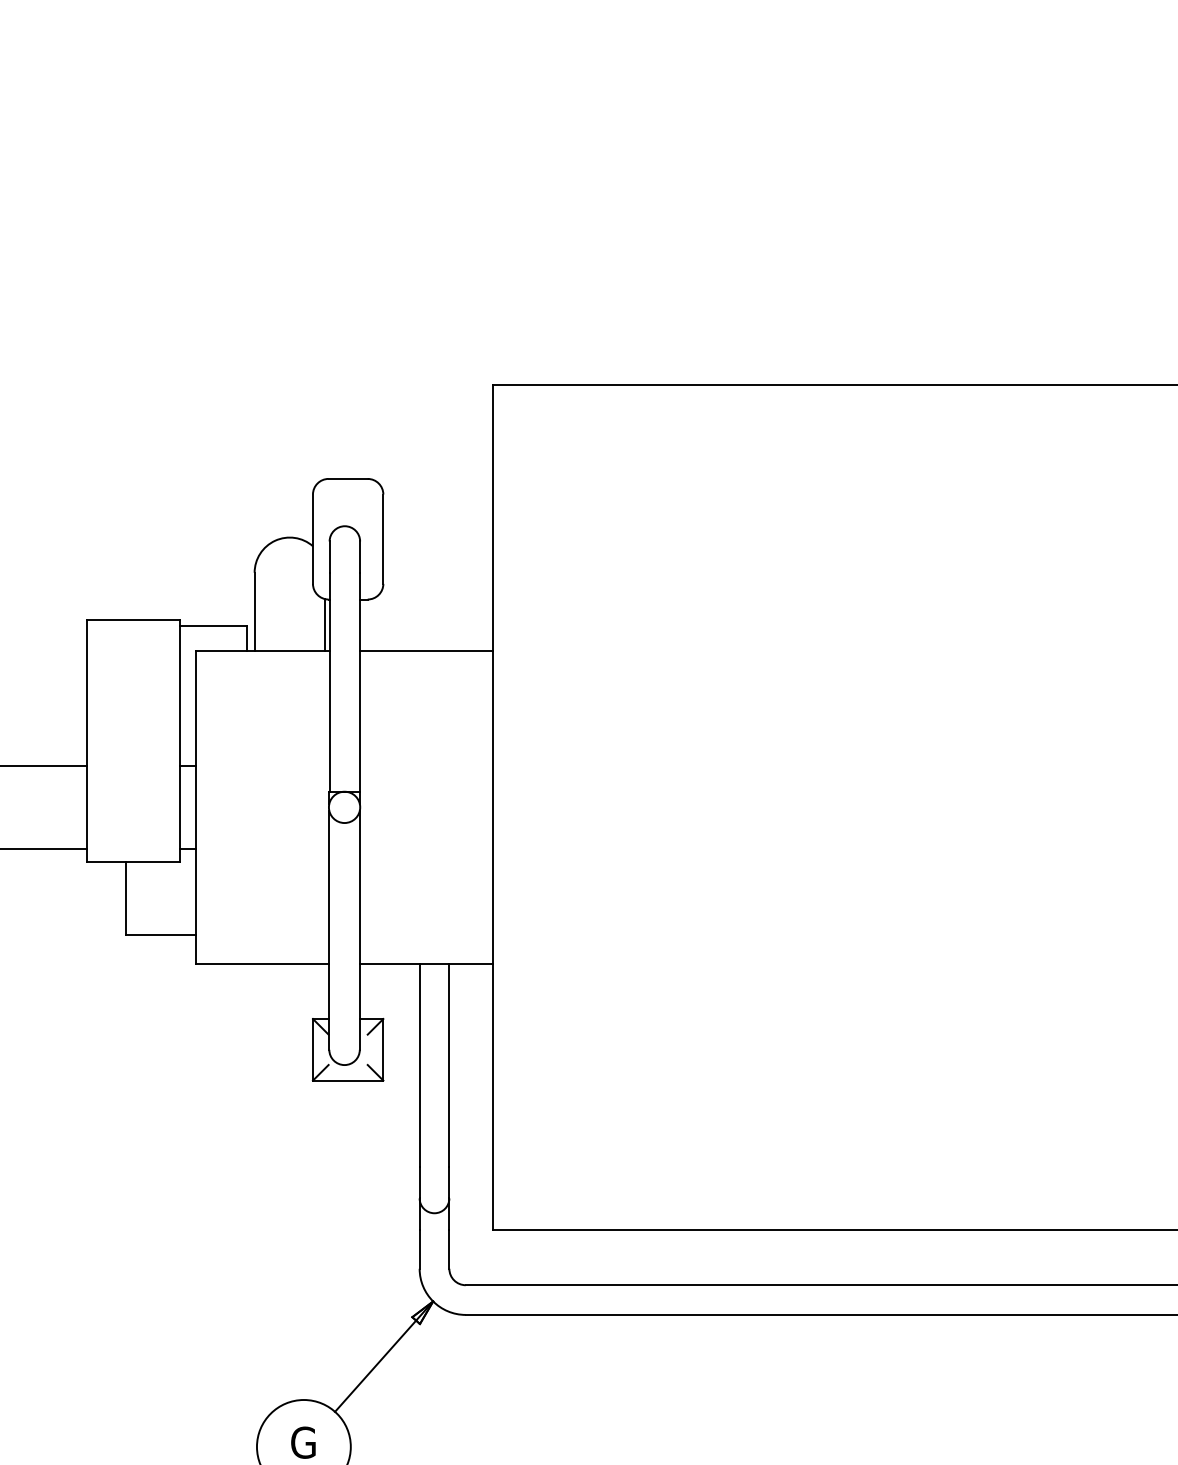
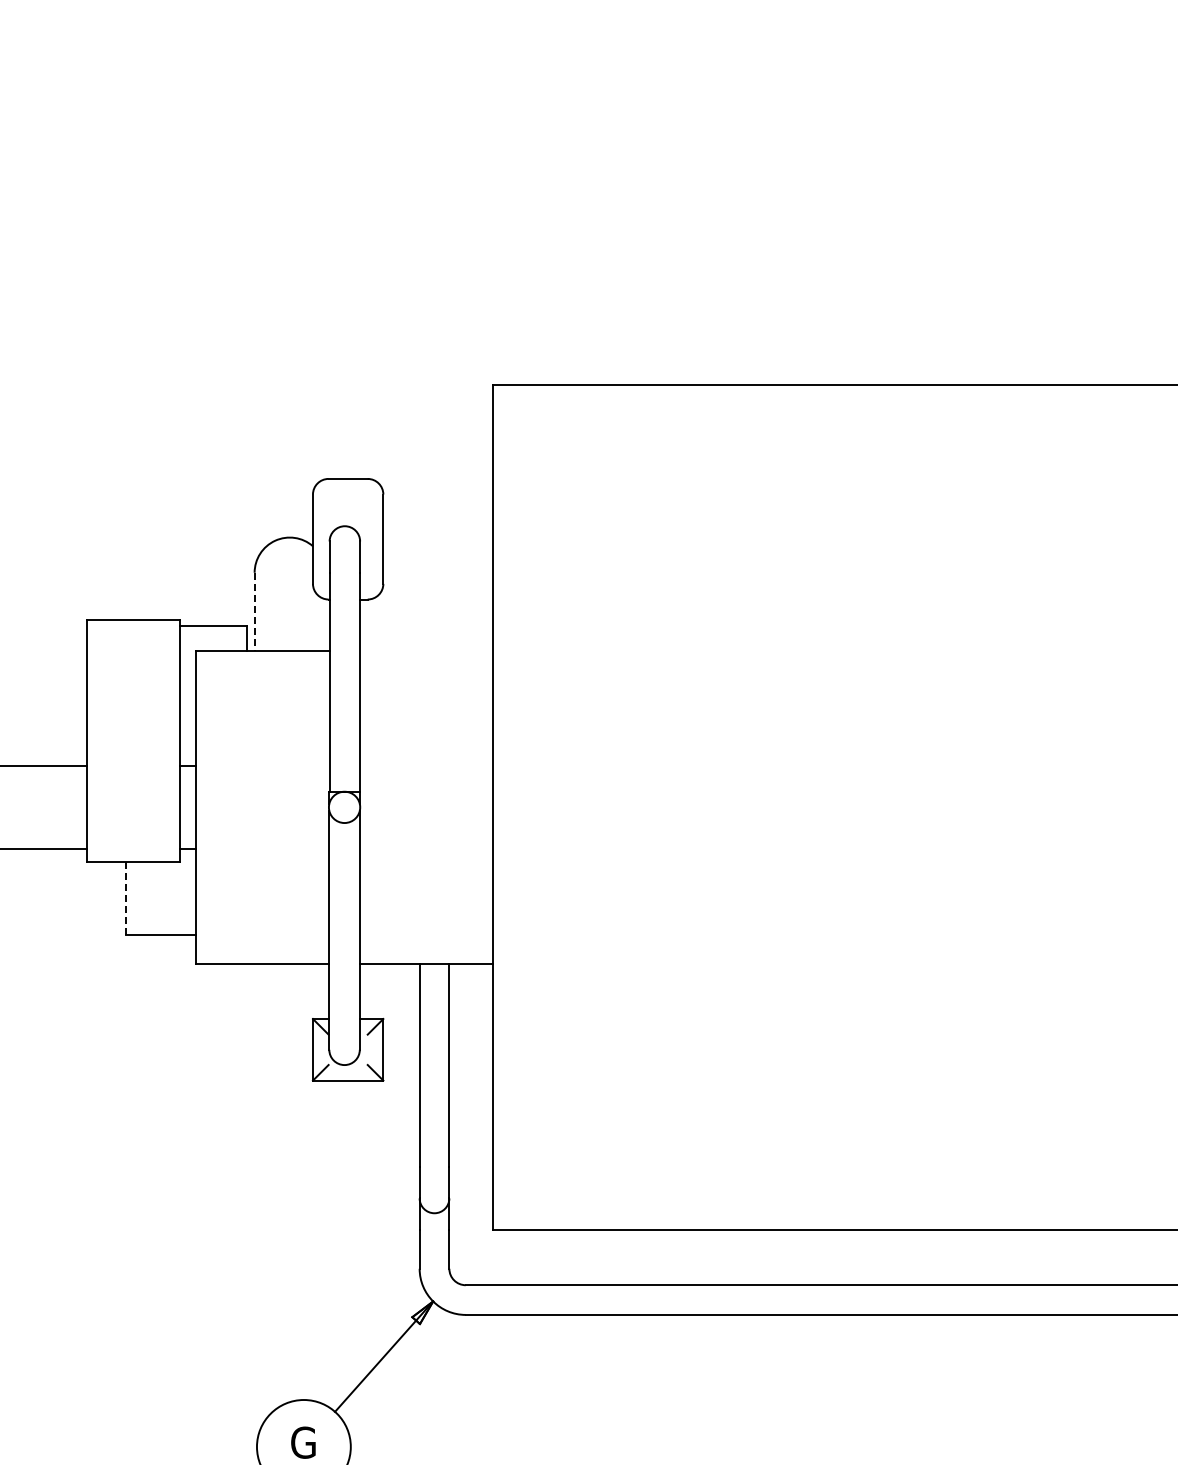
line at (254, 612): solid -> dashed
line at (325, 624): present -> none
line at (426, 650): present -> none
line at (125, 898): solid -> dashed
